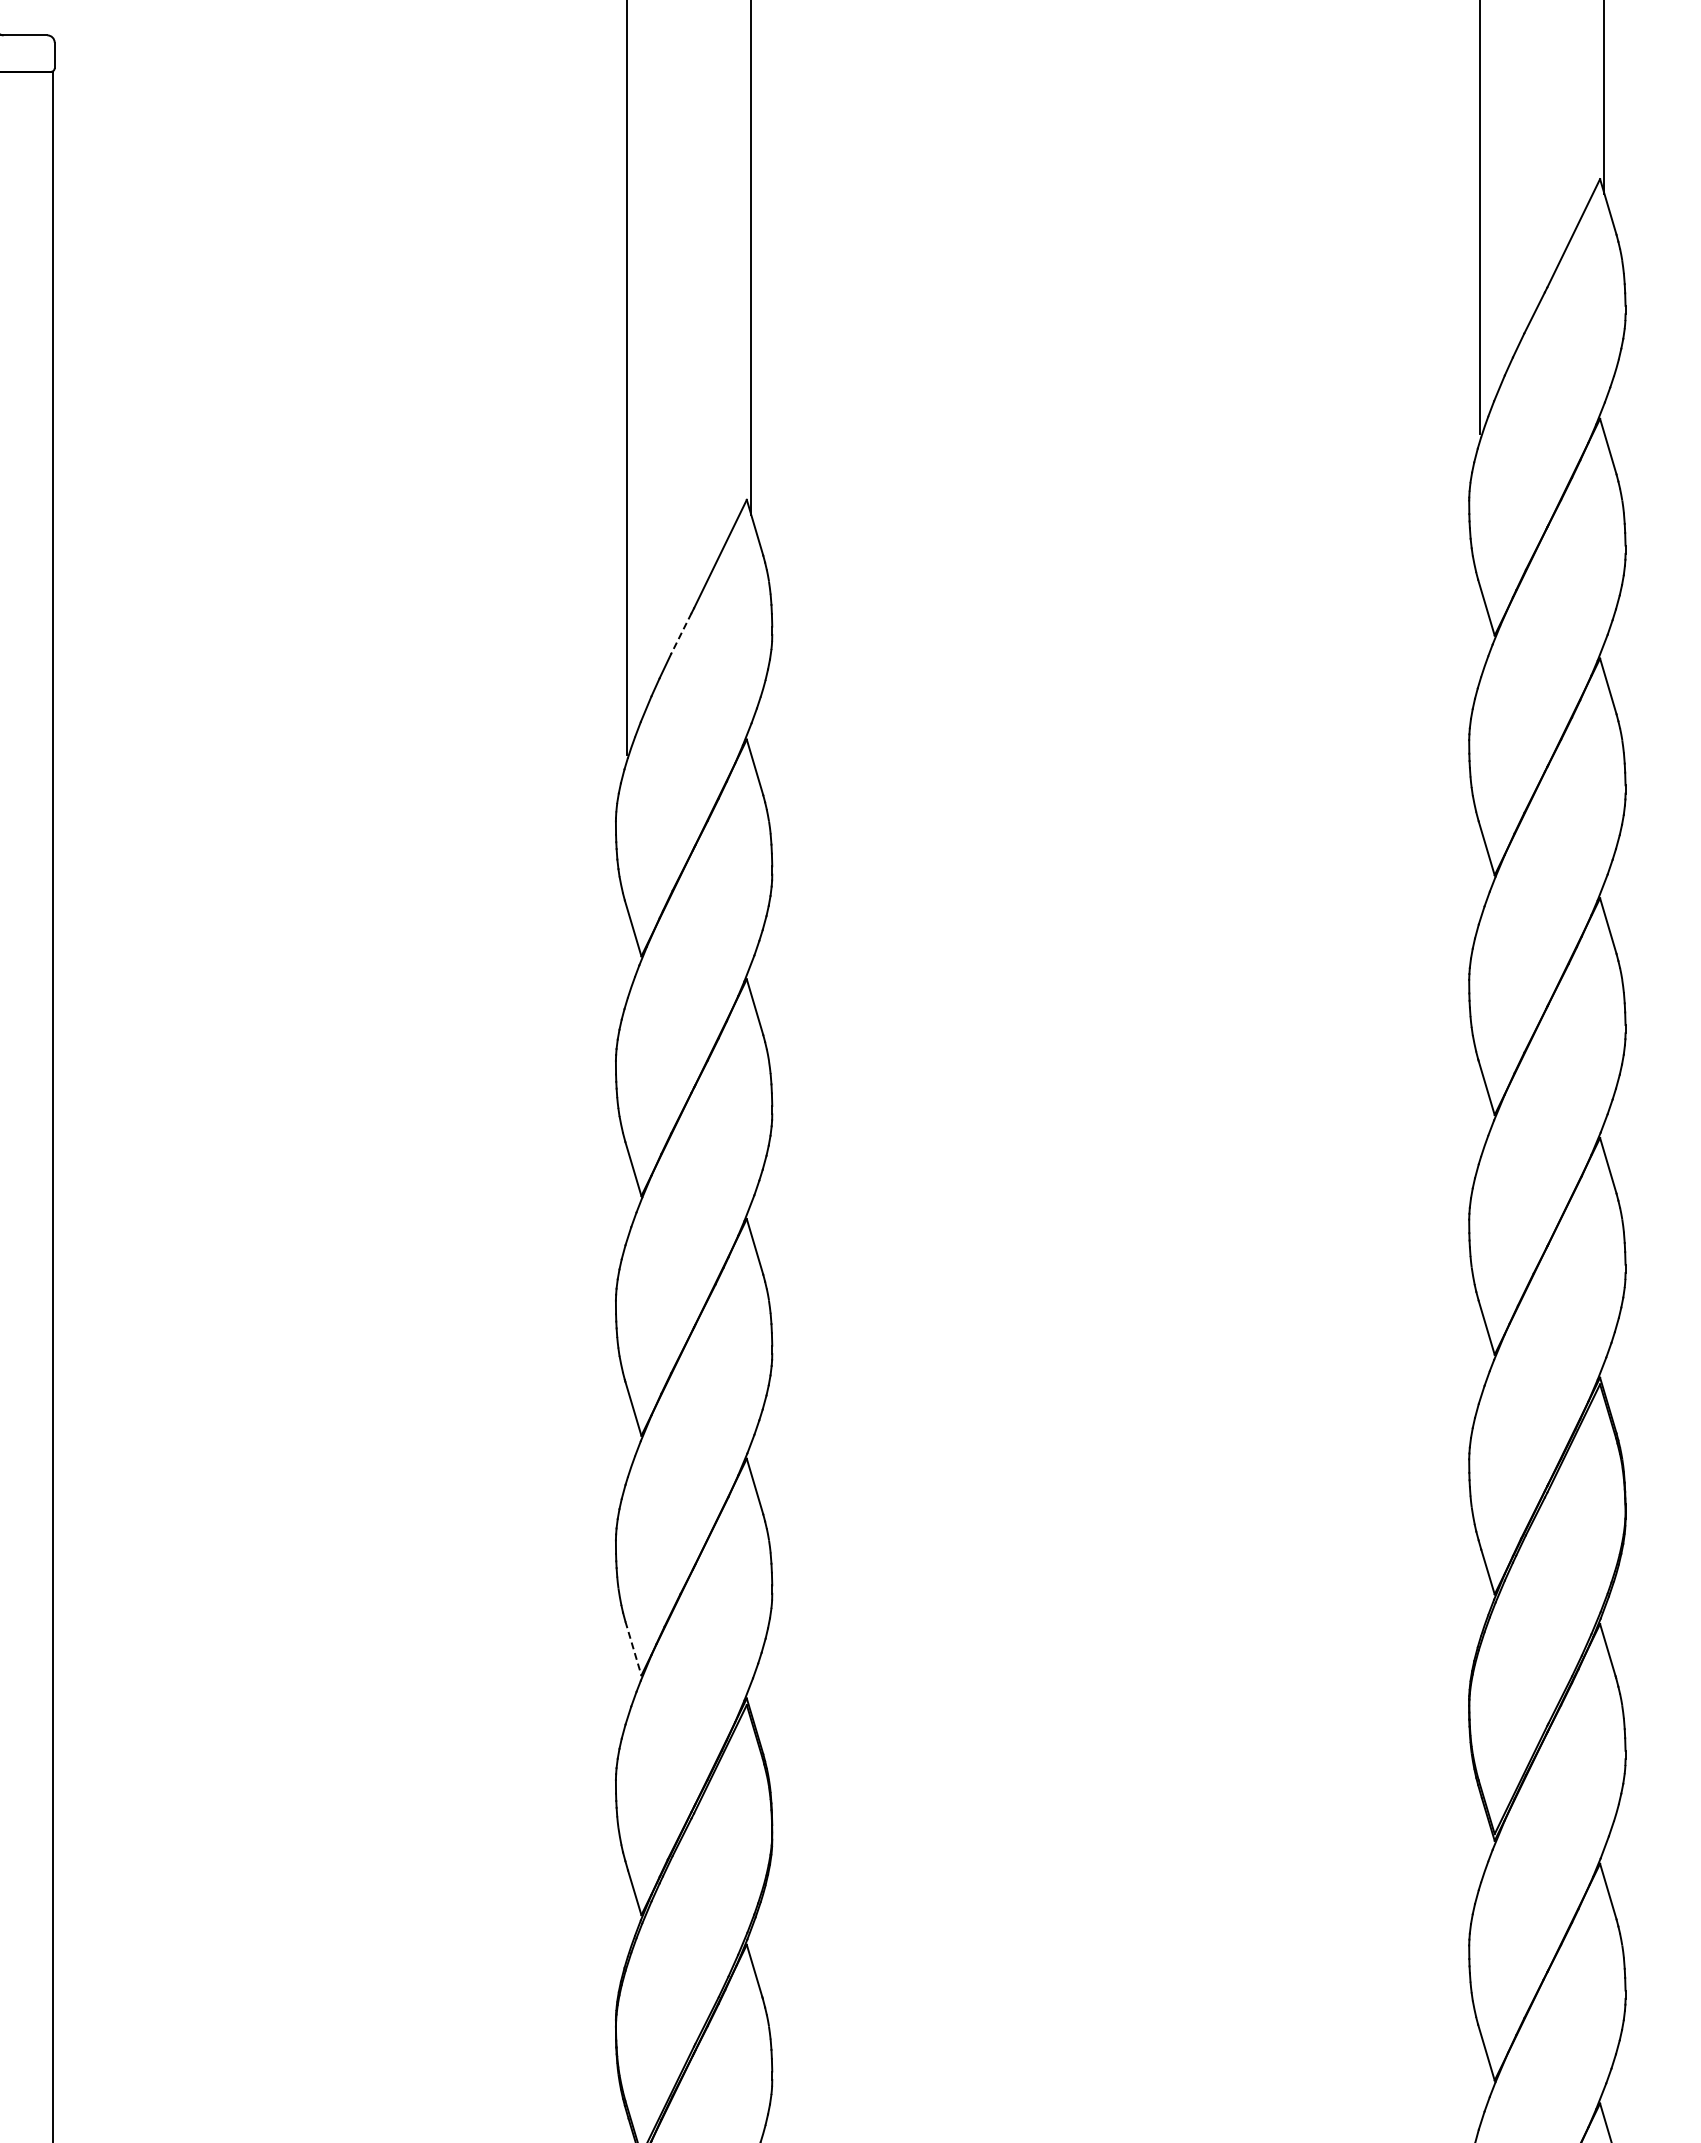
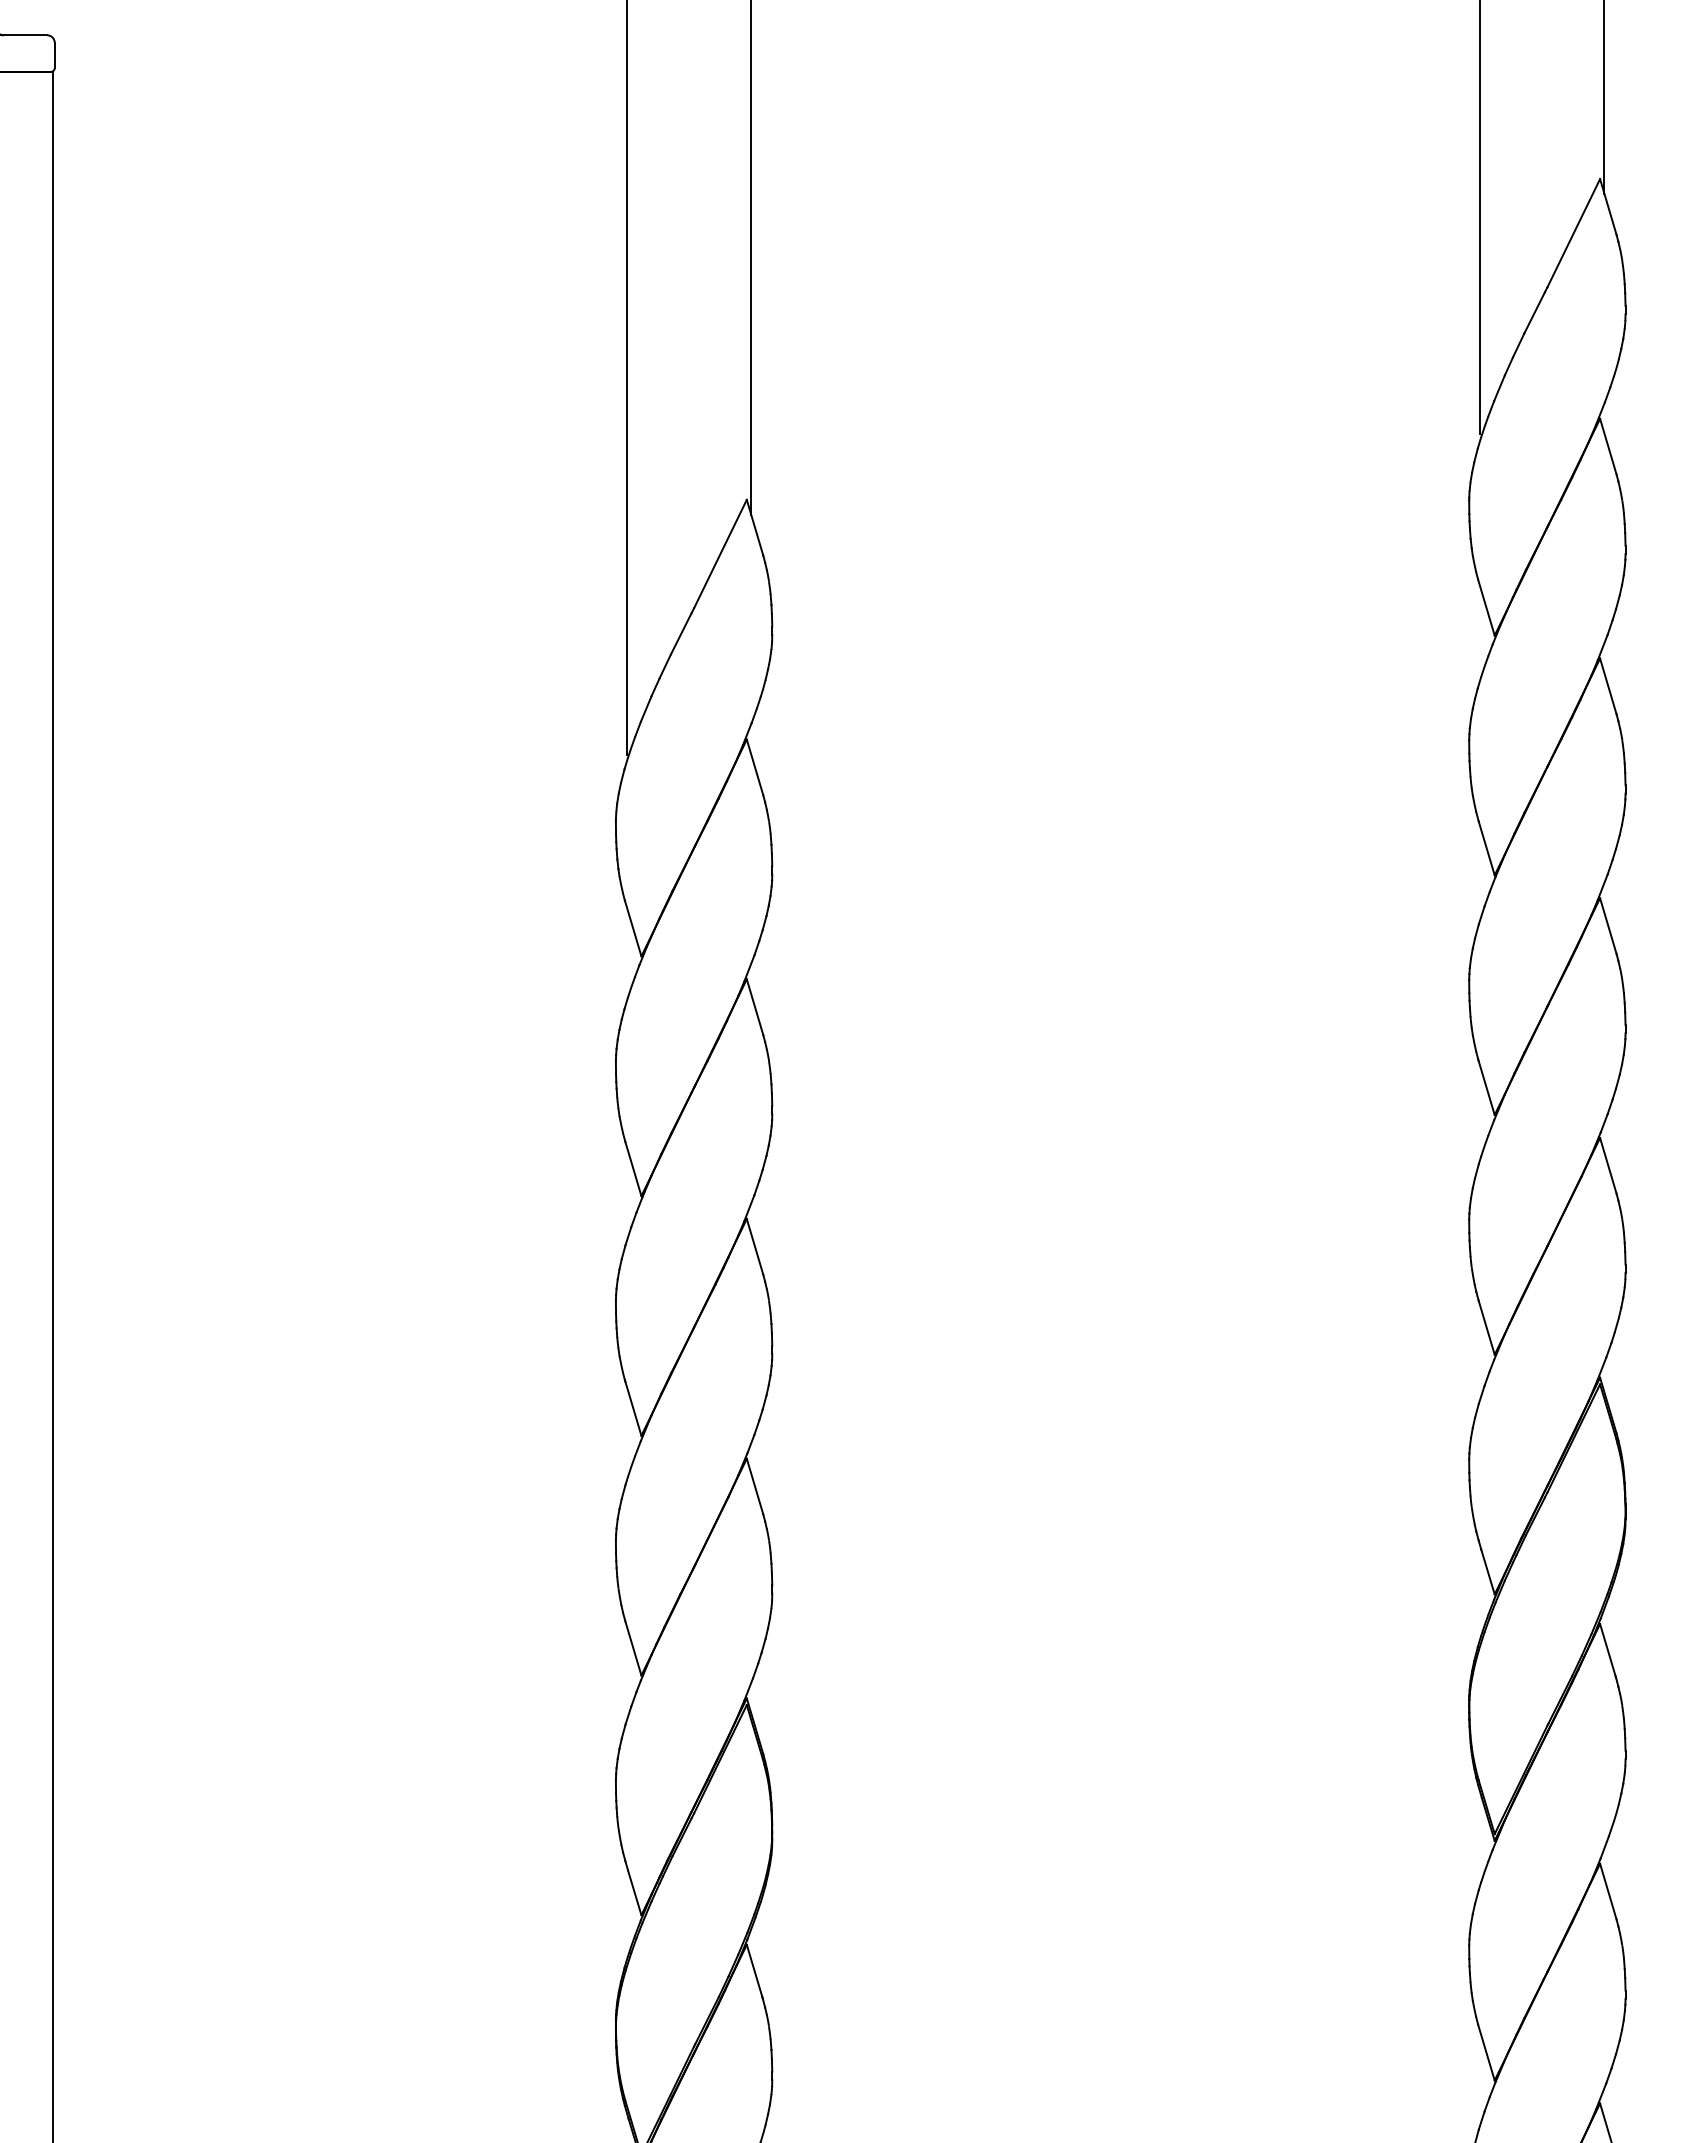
line at (681, 633): dashed -> solid
line at (633, 1648): dashed -> solid
